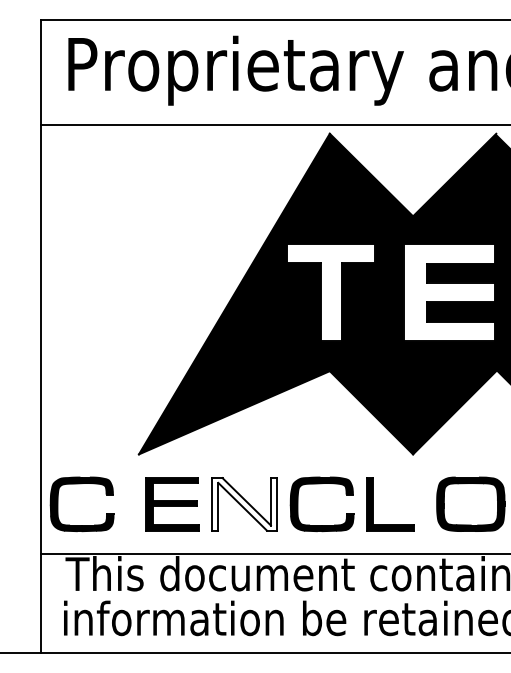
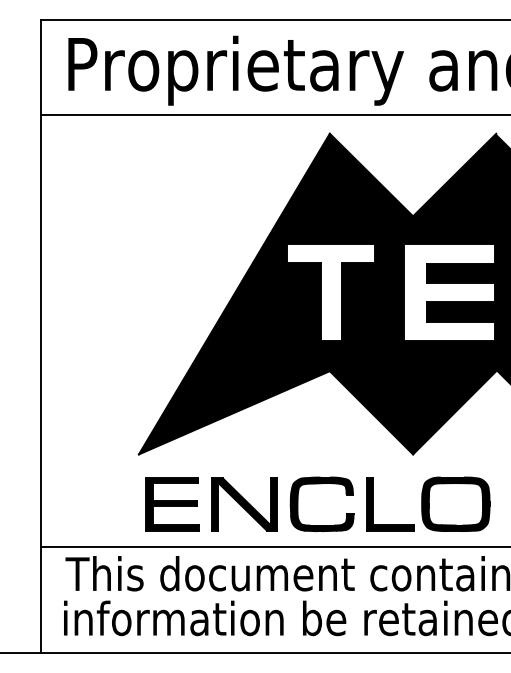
line at (273, 125) position: (273, 125) -> (273, 115)
part at (81, 484): present -> none
part at (470, 503) position: (470, 503) -> (455, 503)
fill at (244, 504): none -> present
line at (273, 554) position: (273, 554) -> (273, 547)
